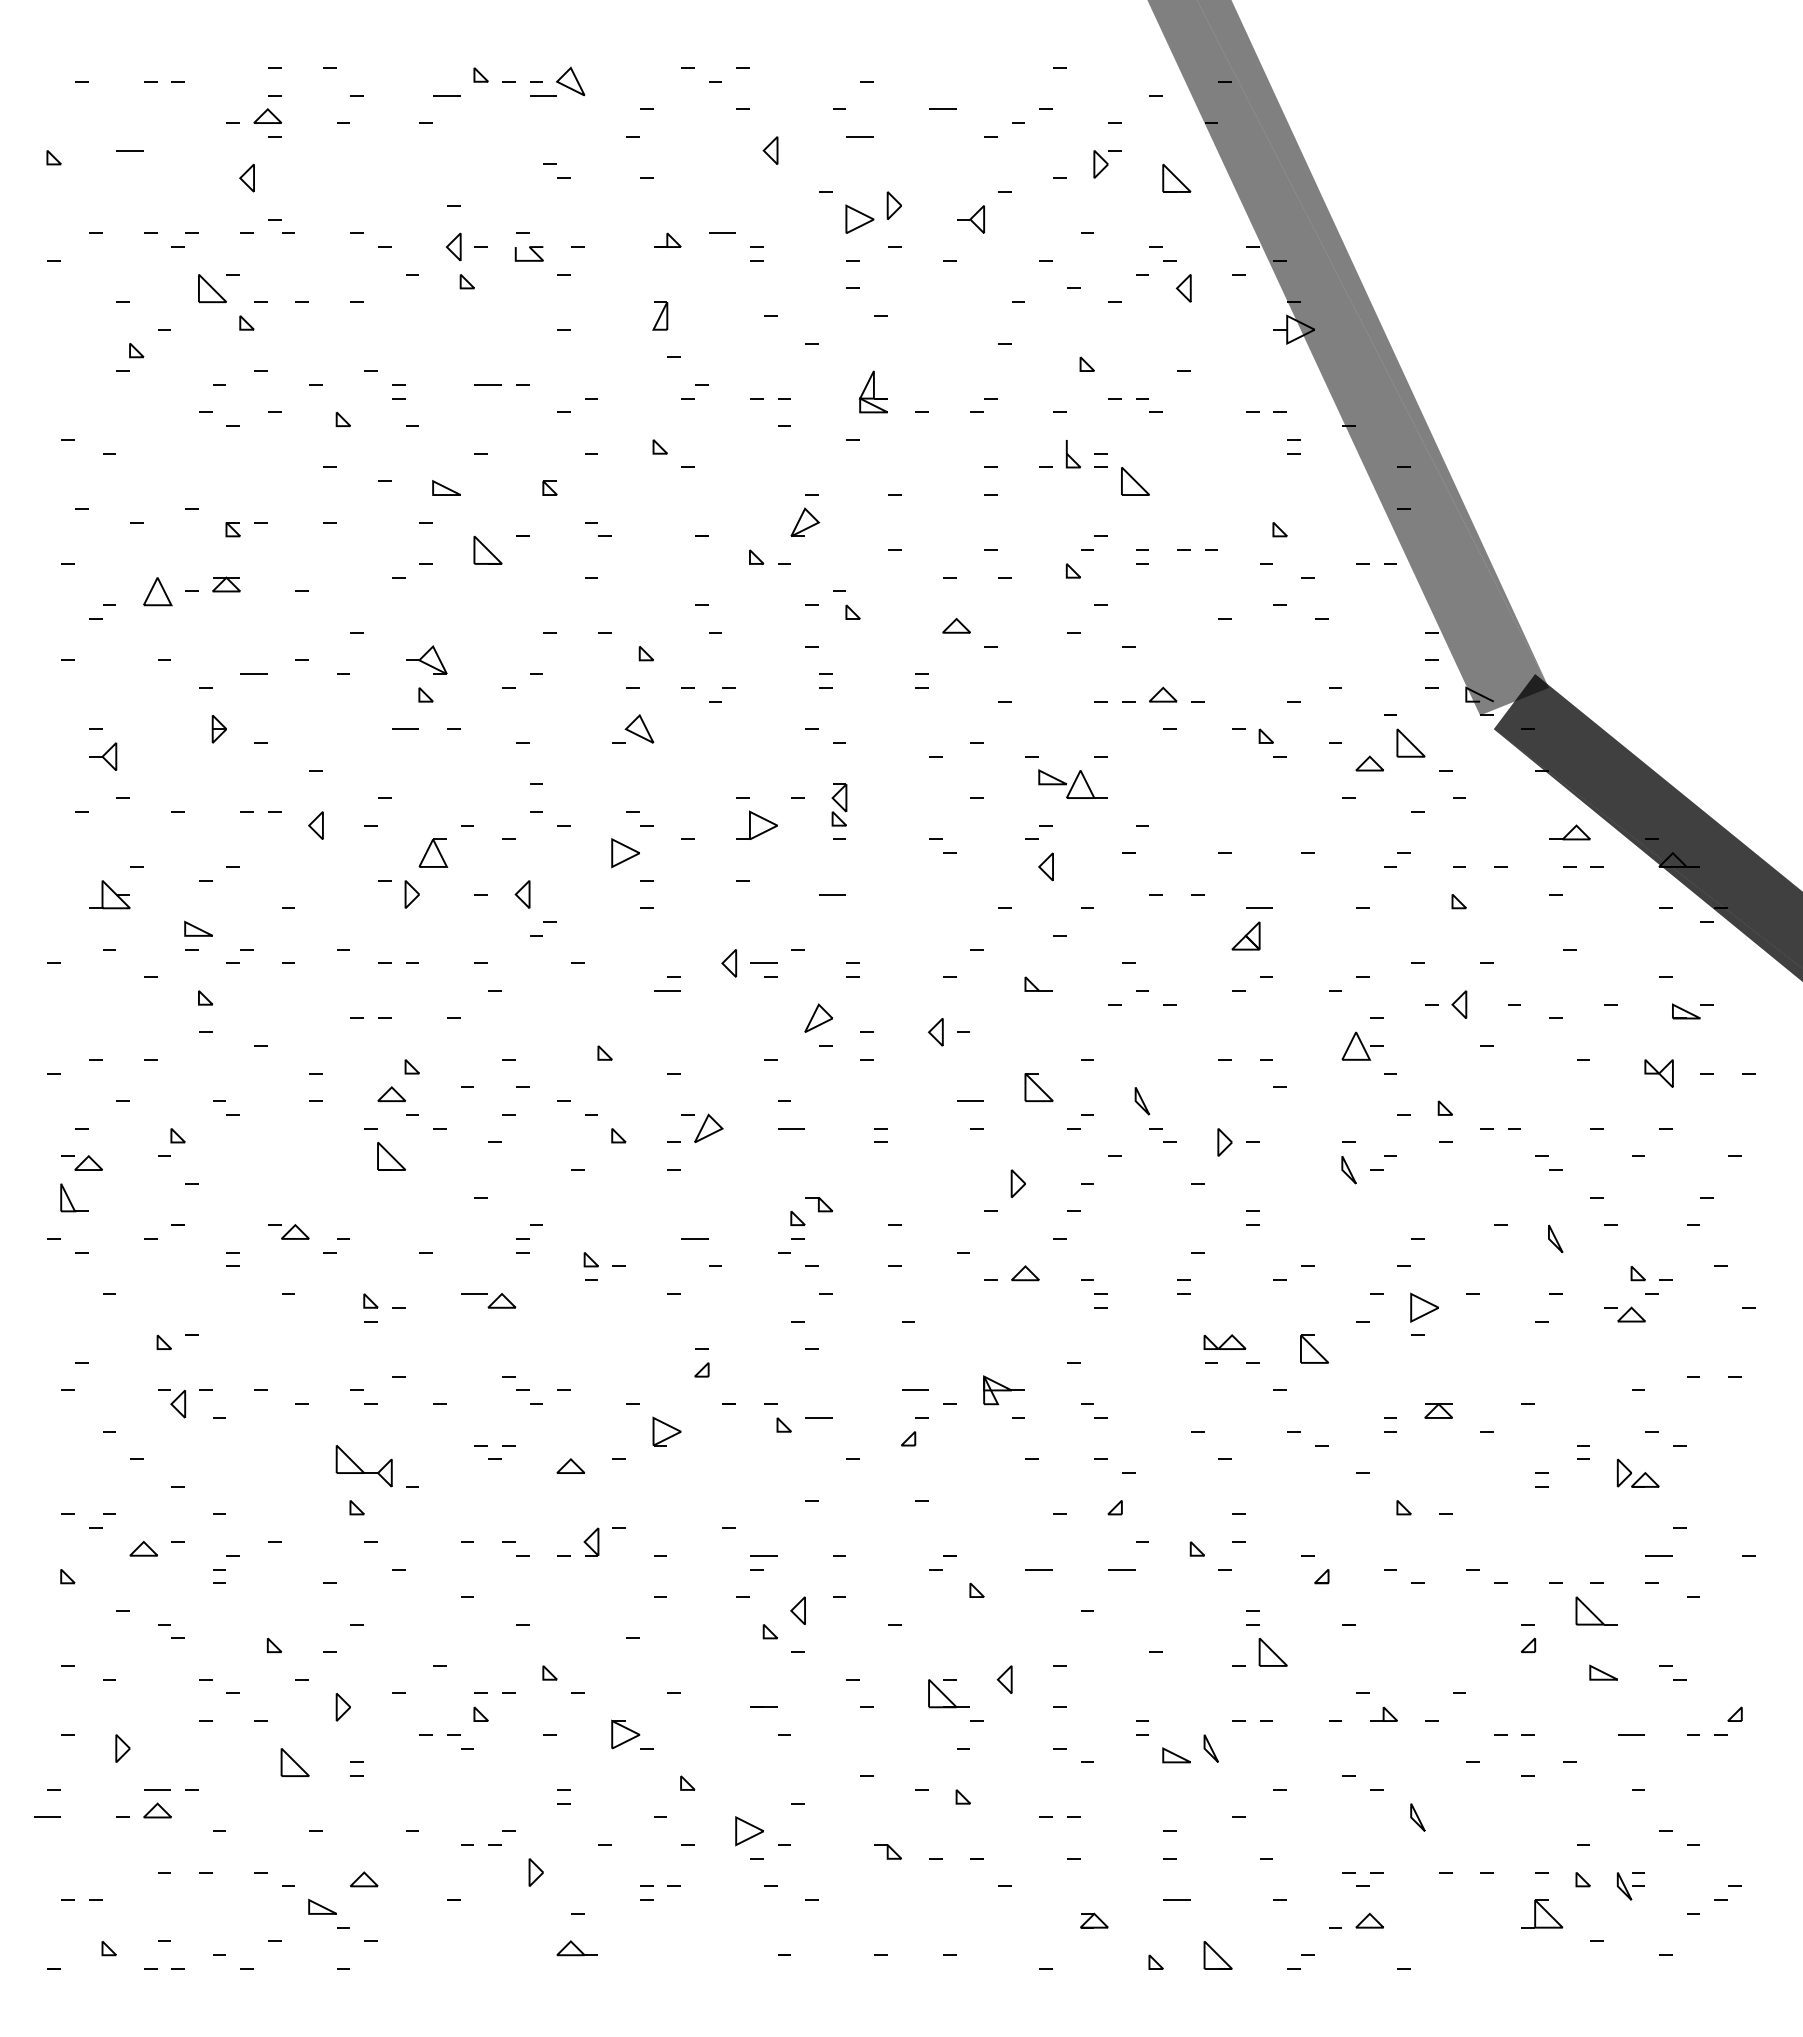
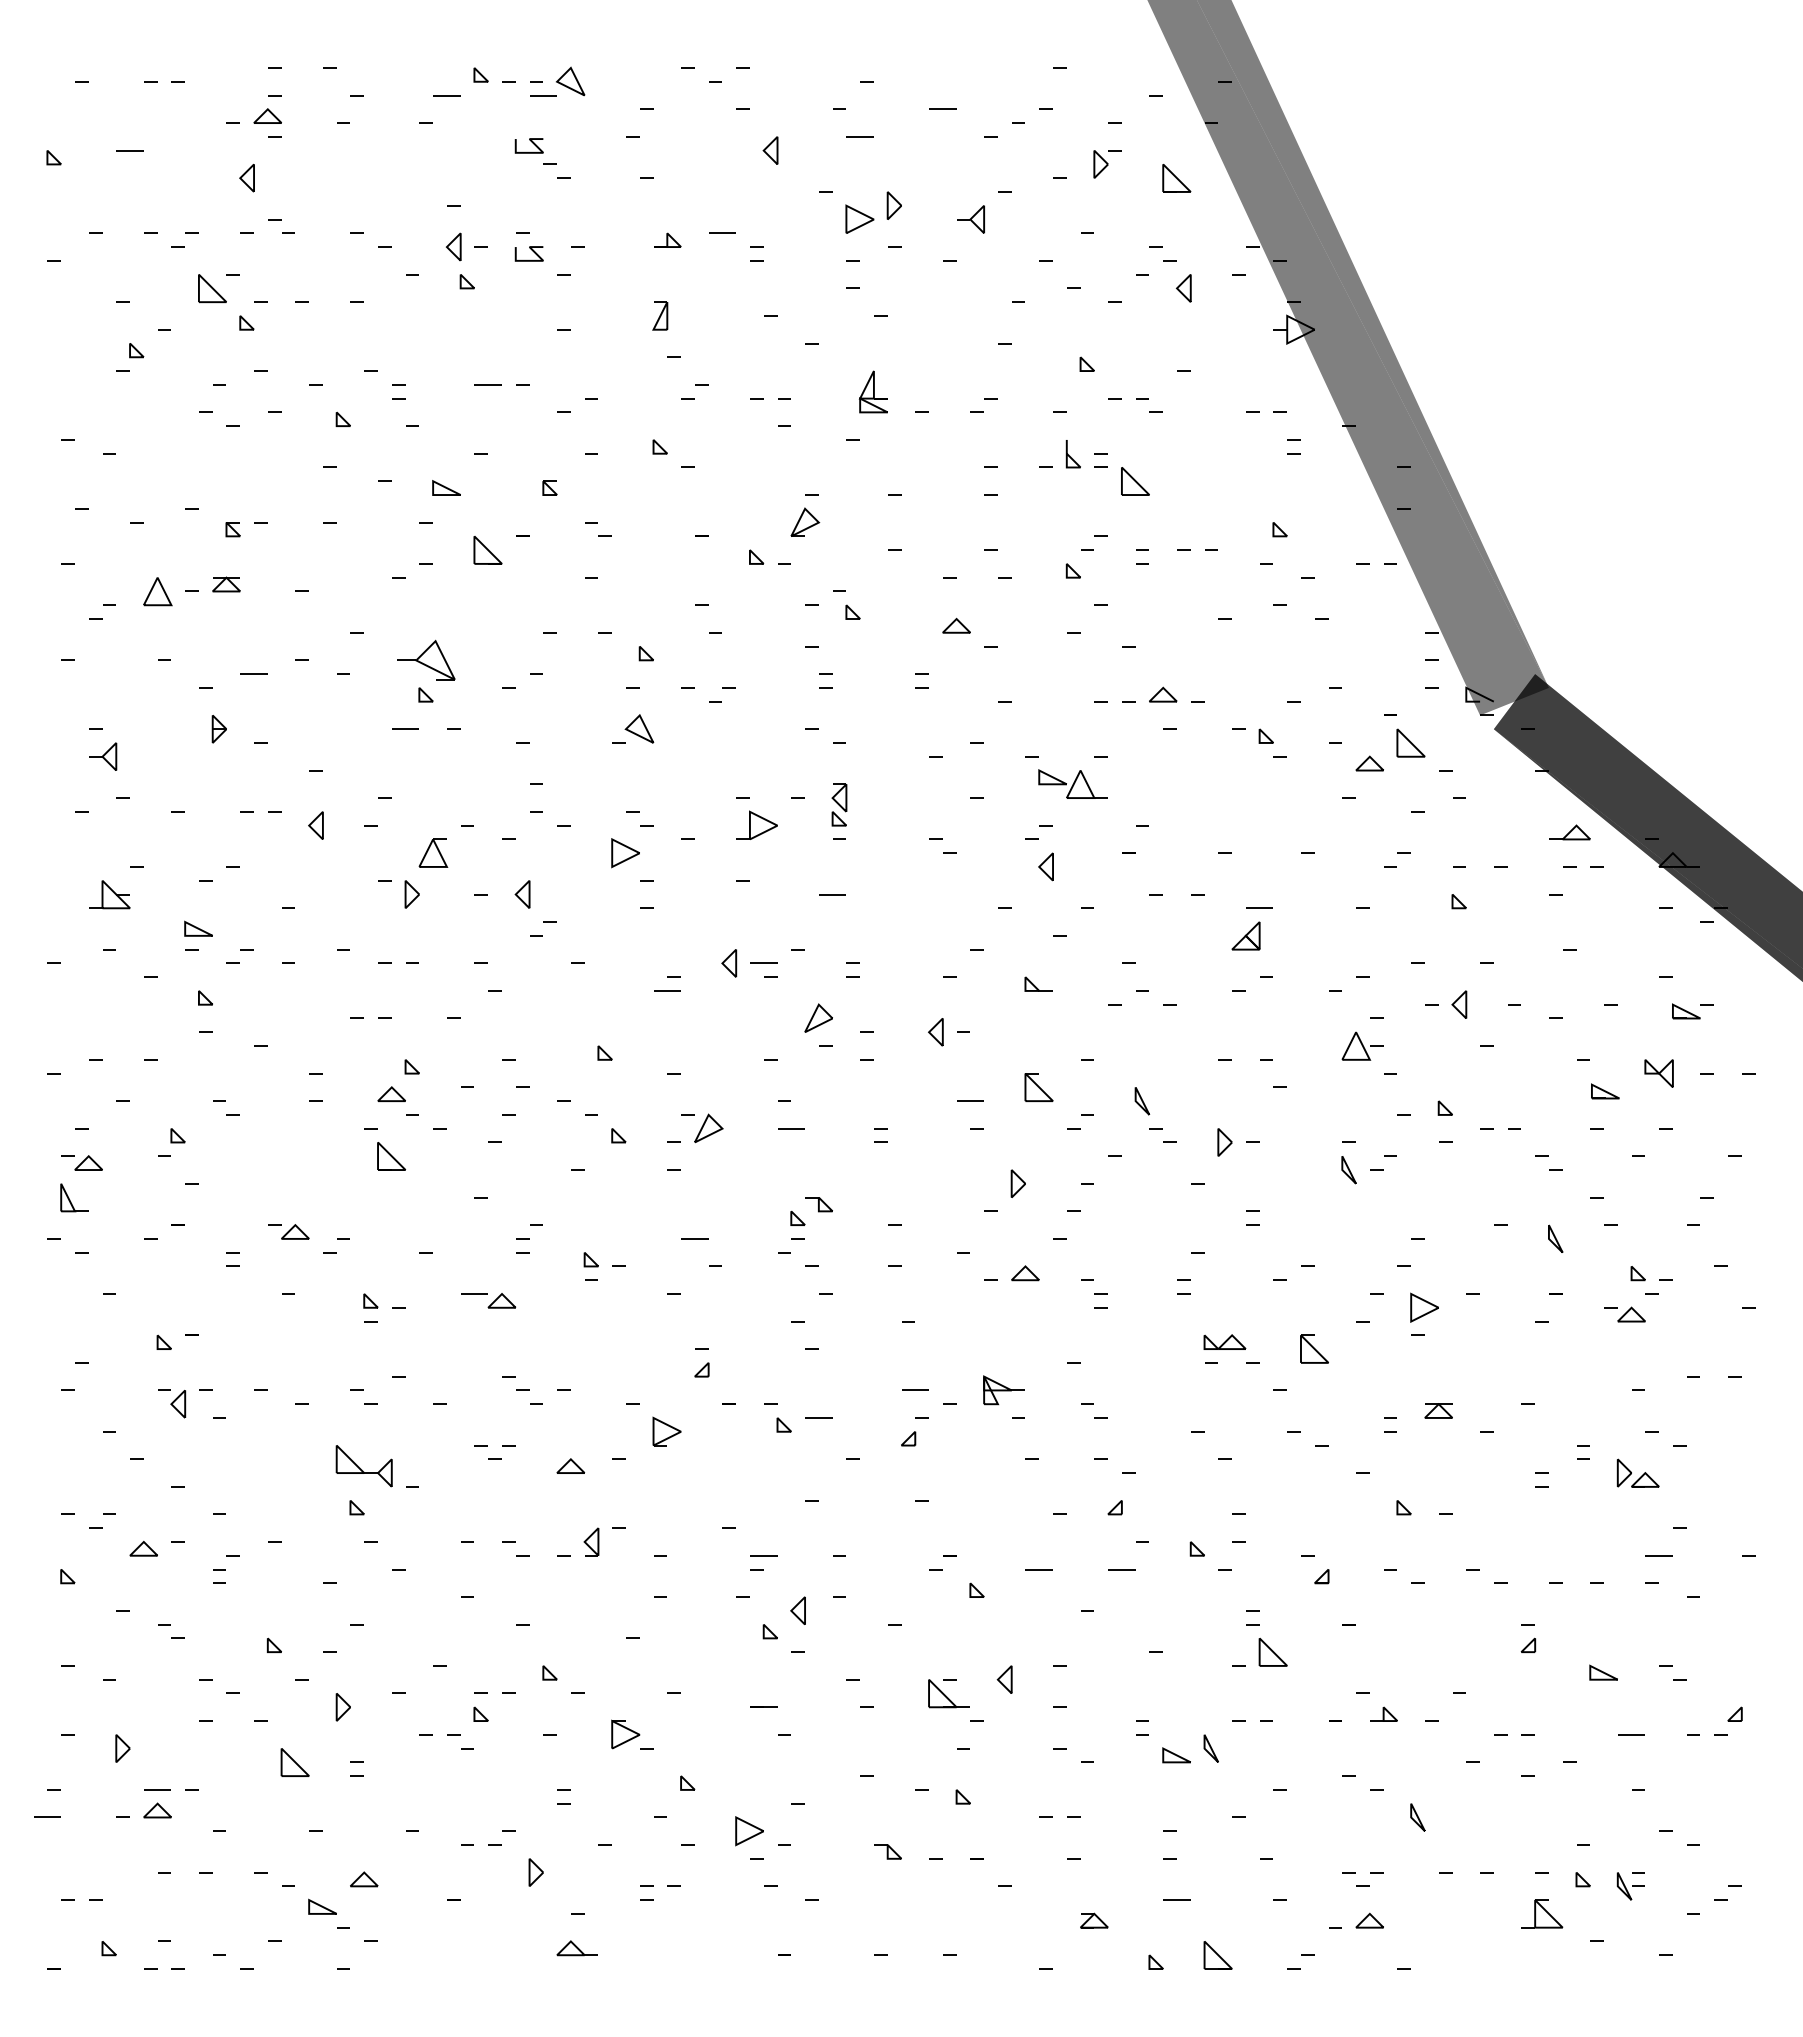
line at (531, 142): none -> present
part at (426, 659) size: 42x30 px -> 59x42 px
part at (1605, 1091): none -> present
part at (1596, 1610): present -> none
